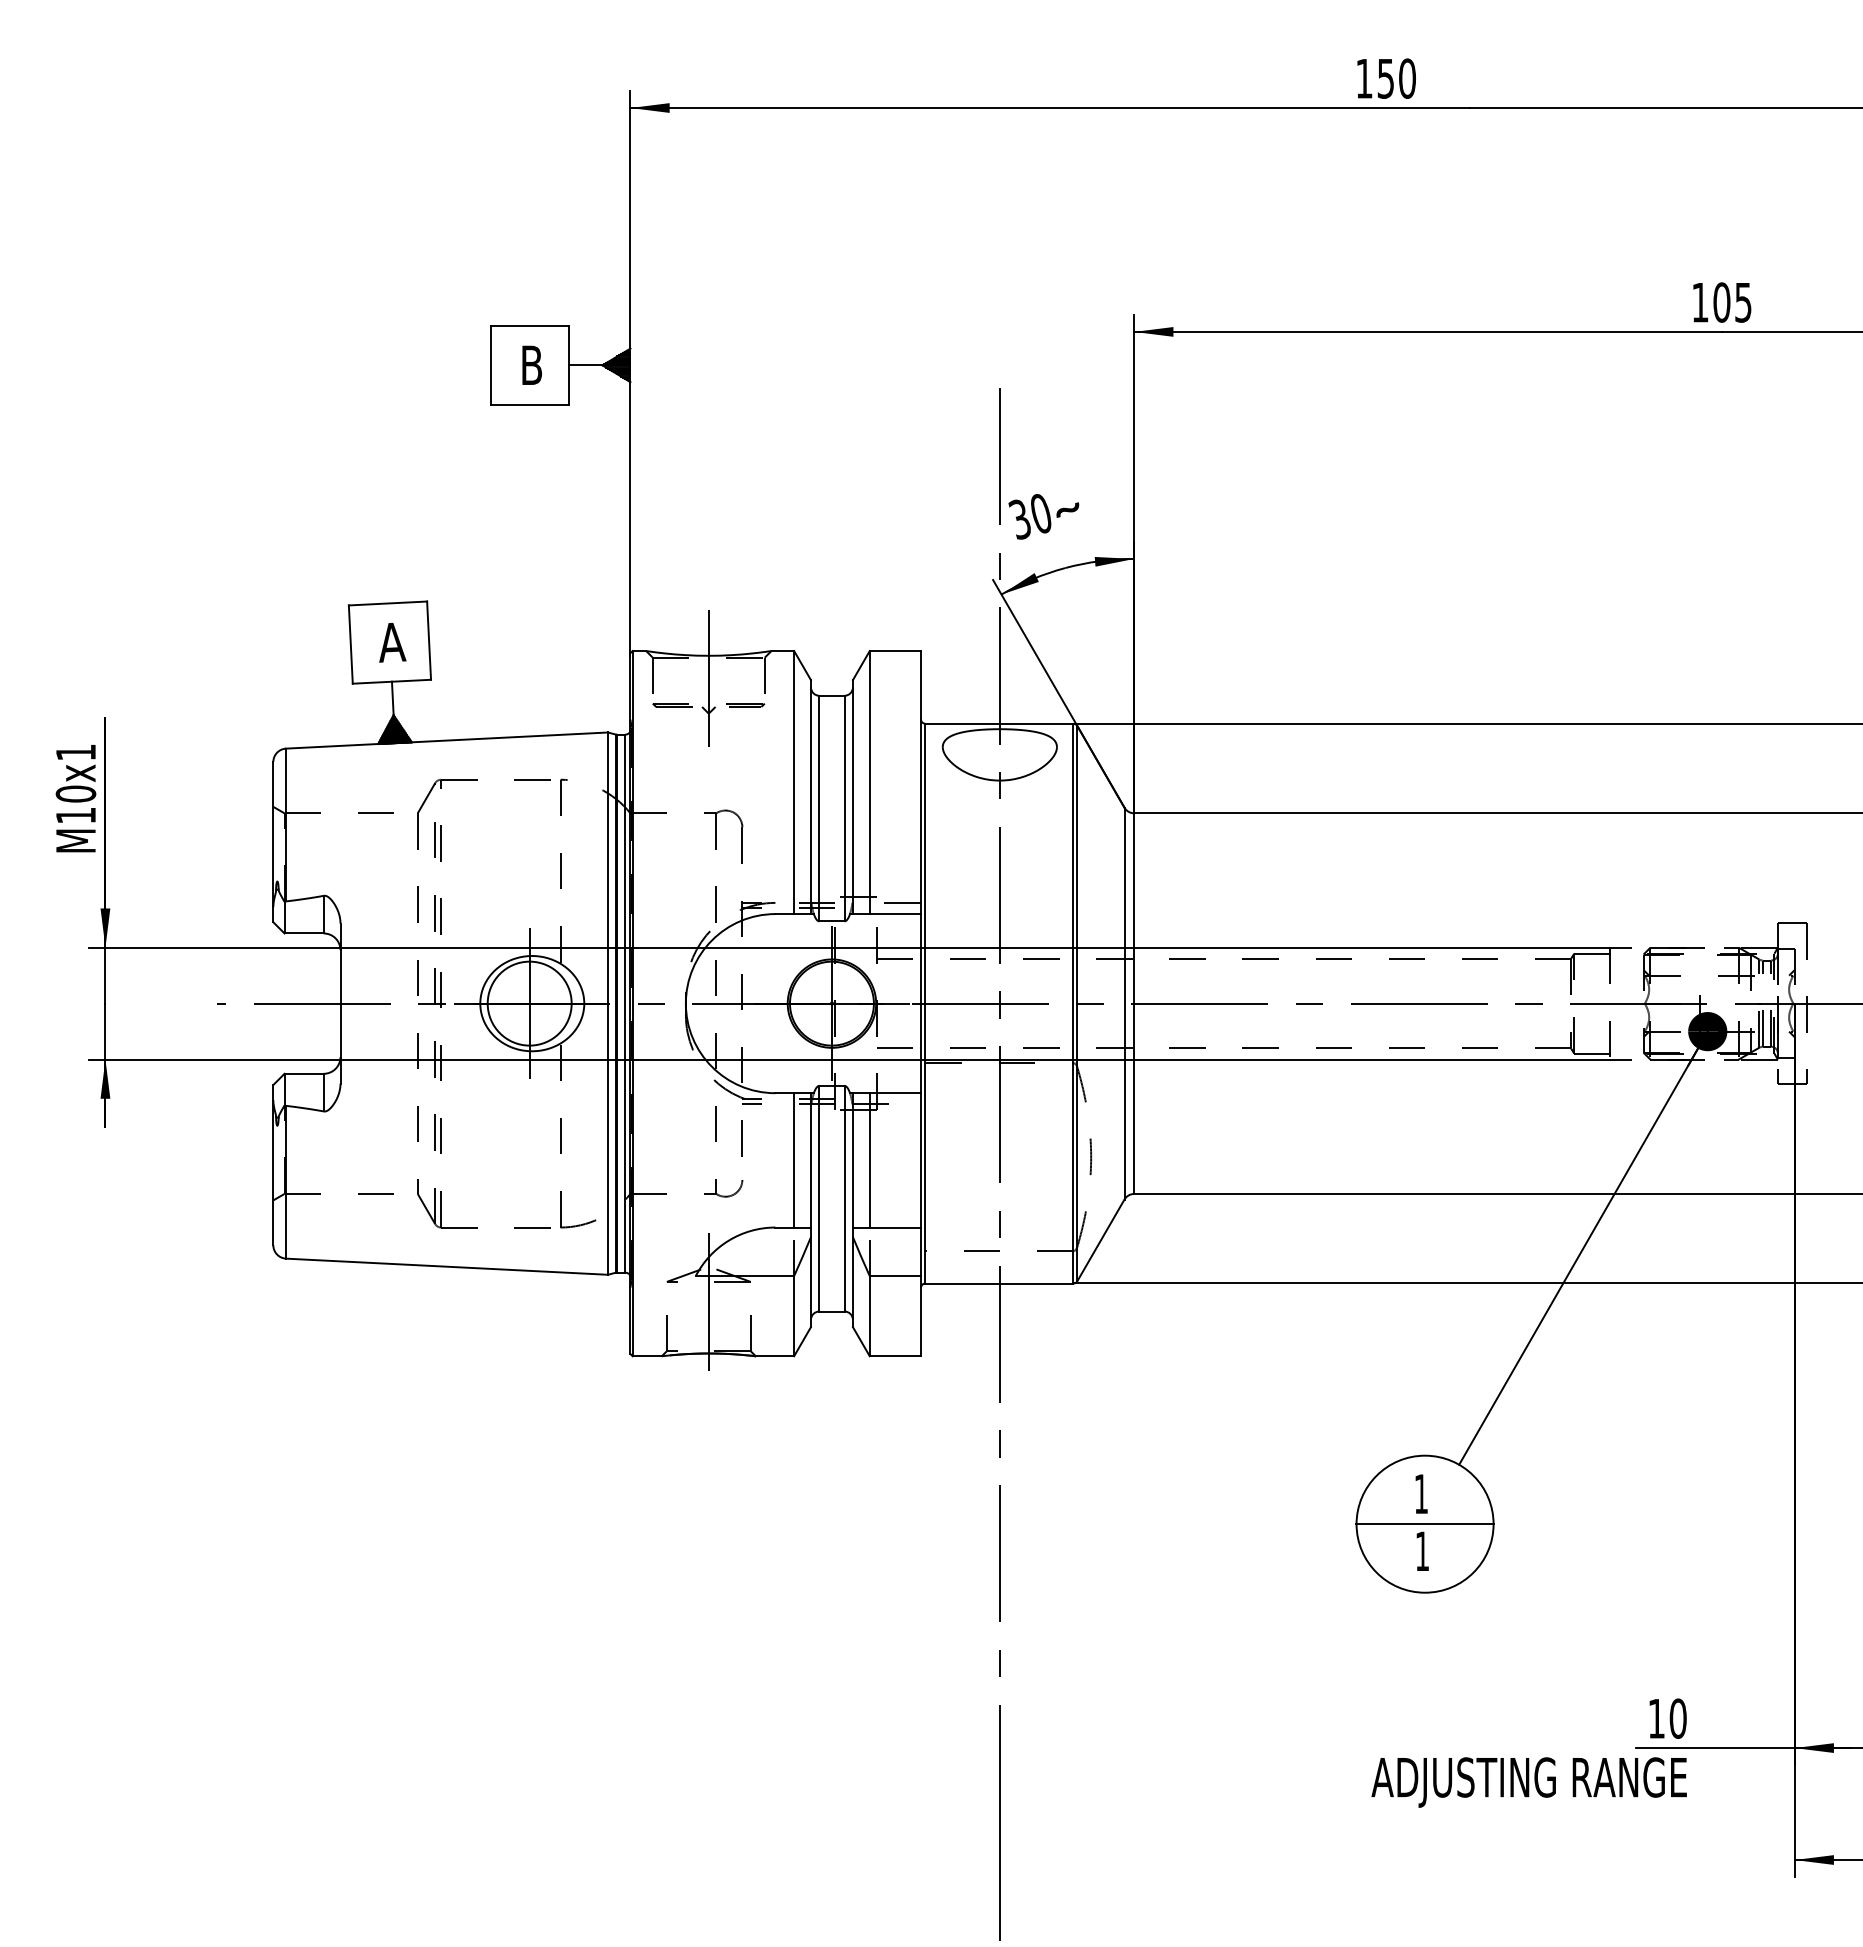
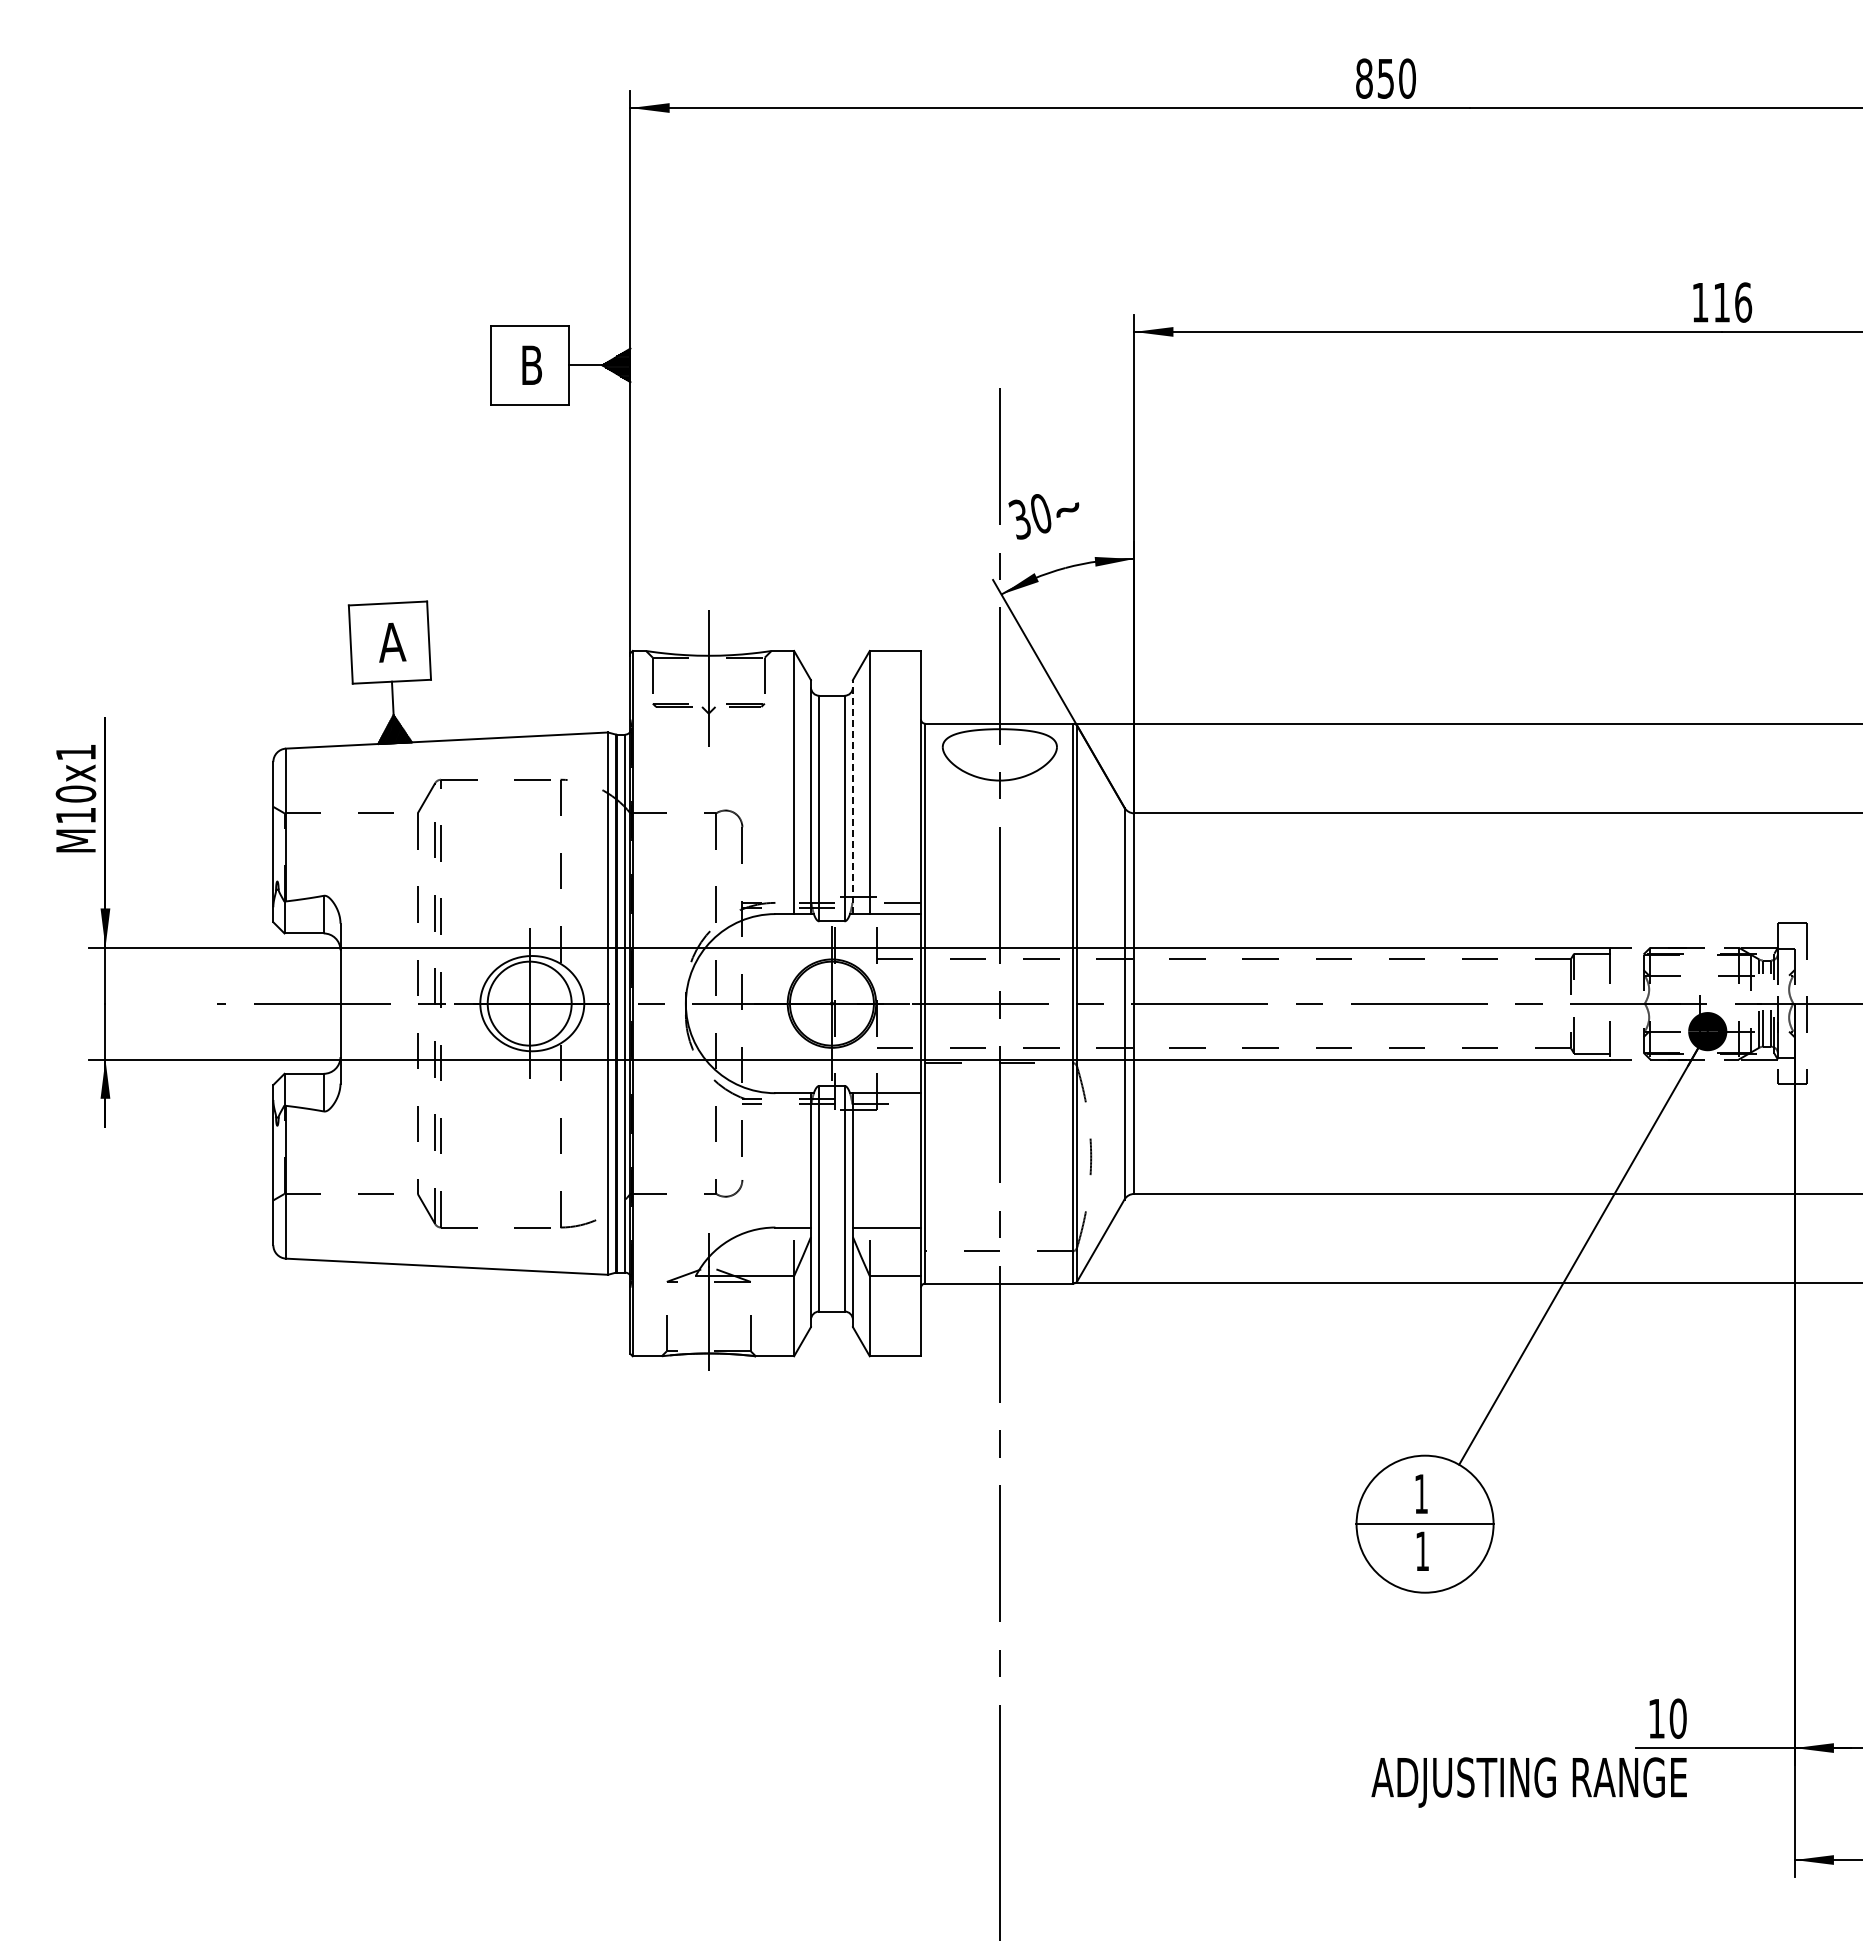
text at (1364, 78): 150 -> 850
text at (1732, 302): 105 -> 116
line at (852, 797): solid -> dashed
line at (794, 1160): present -> none
line at (869, 1160): present -> none
